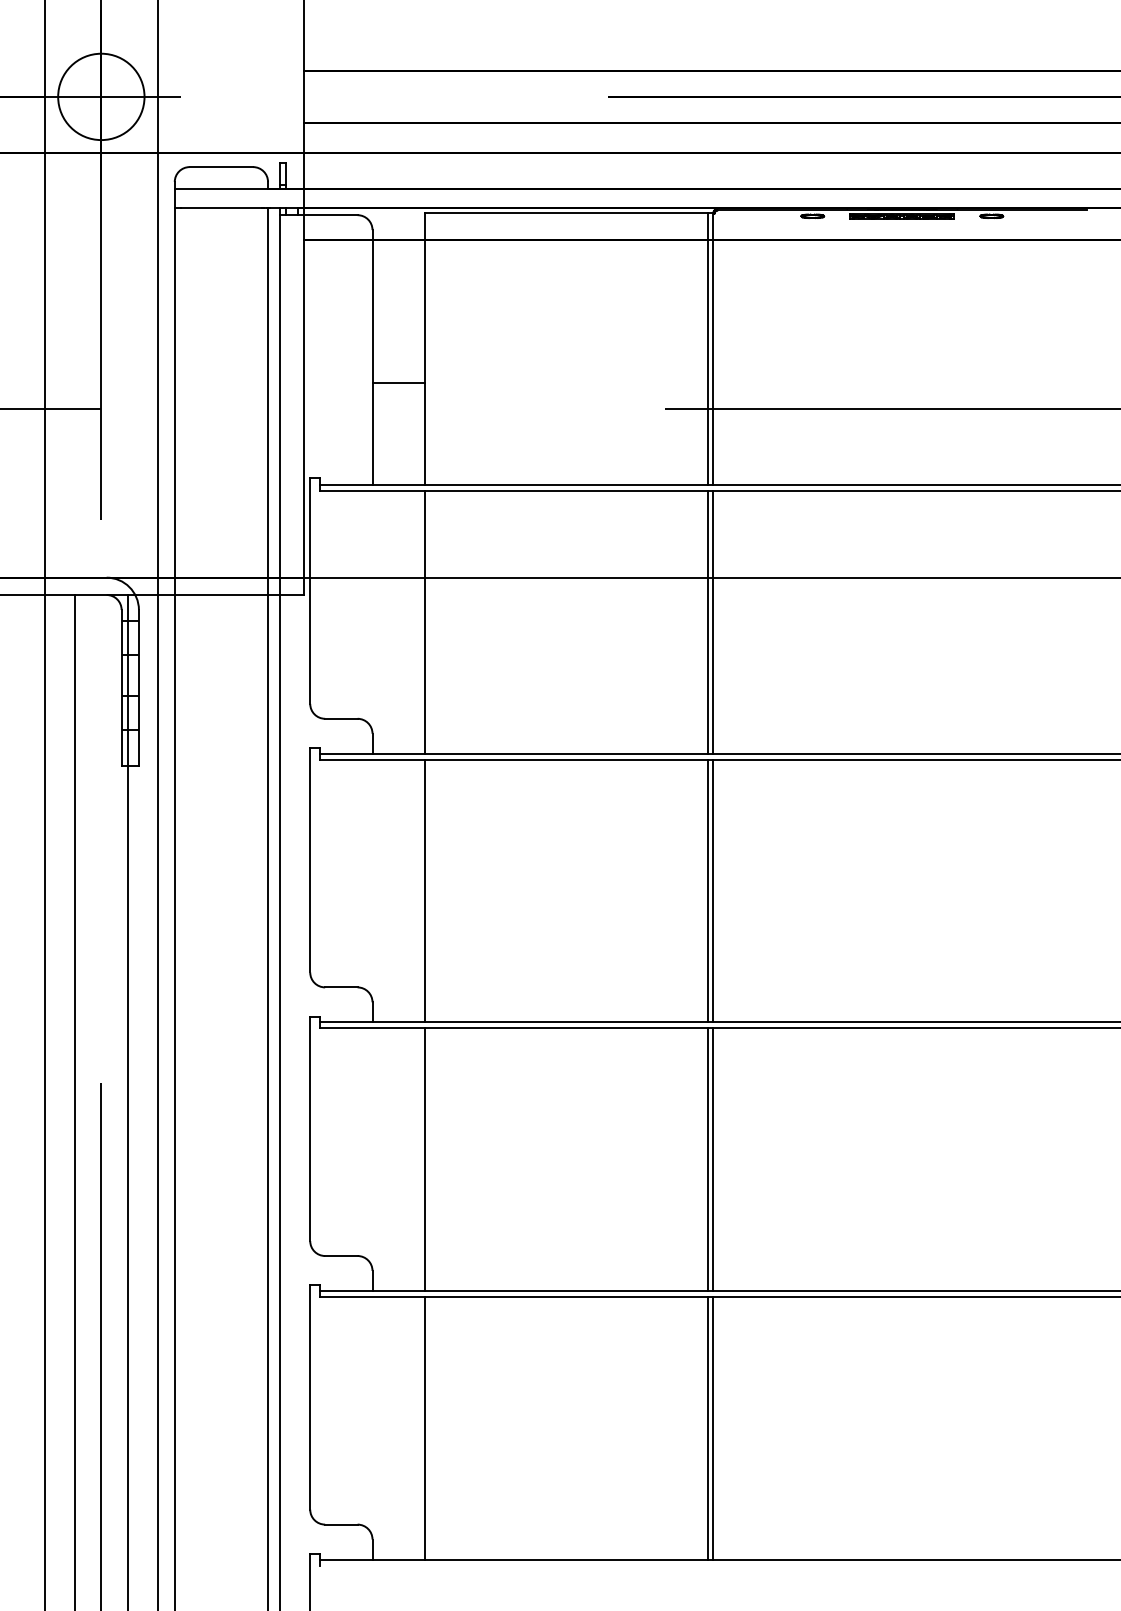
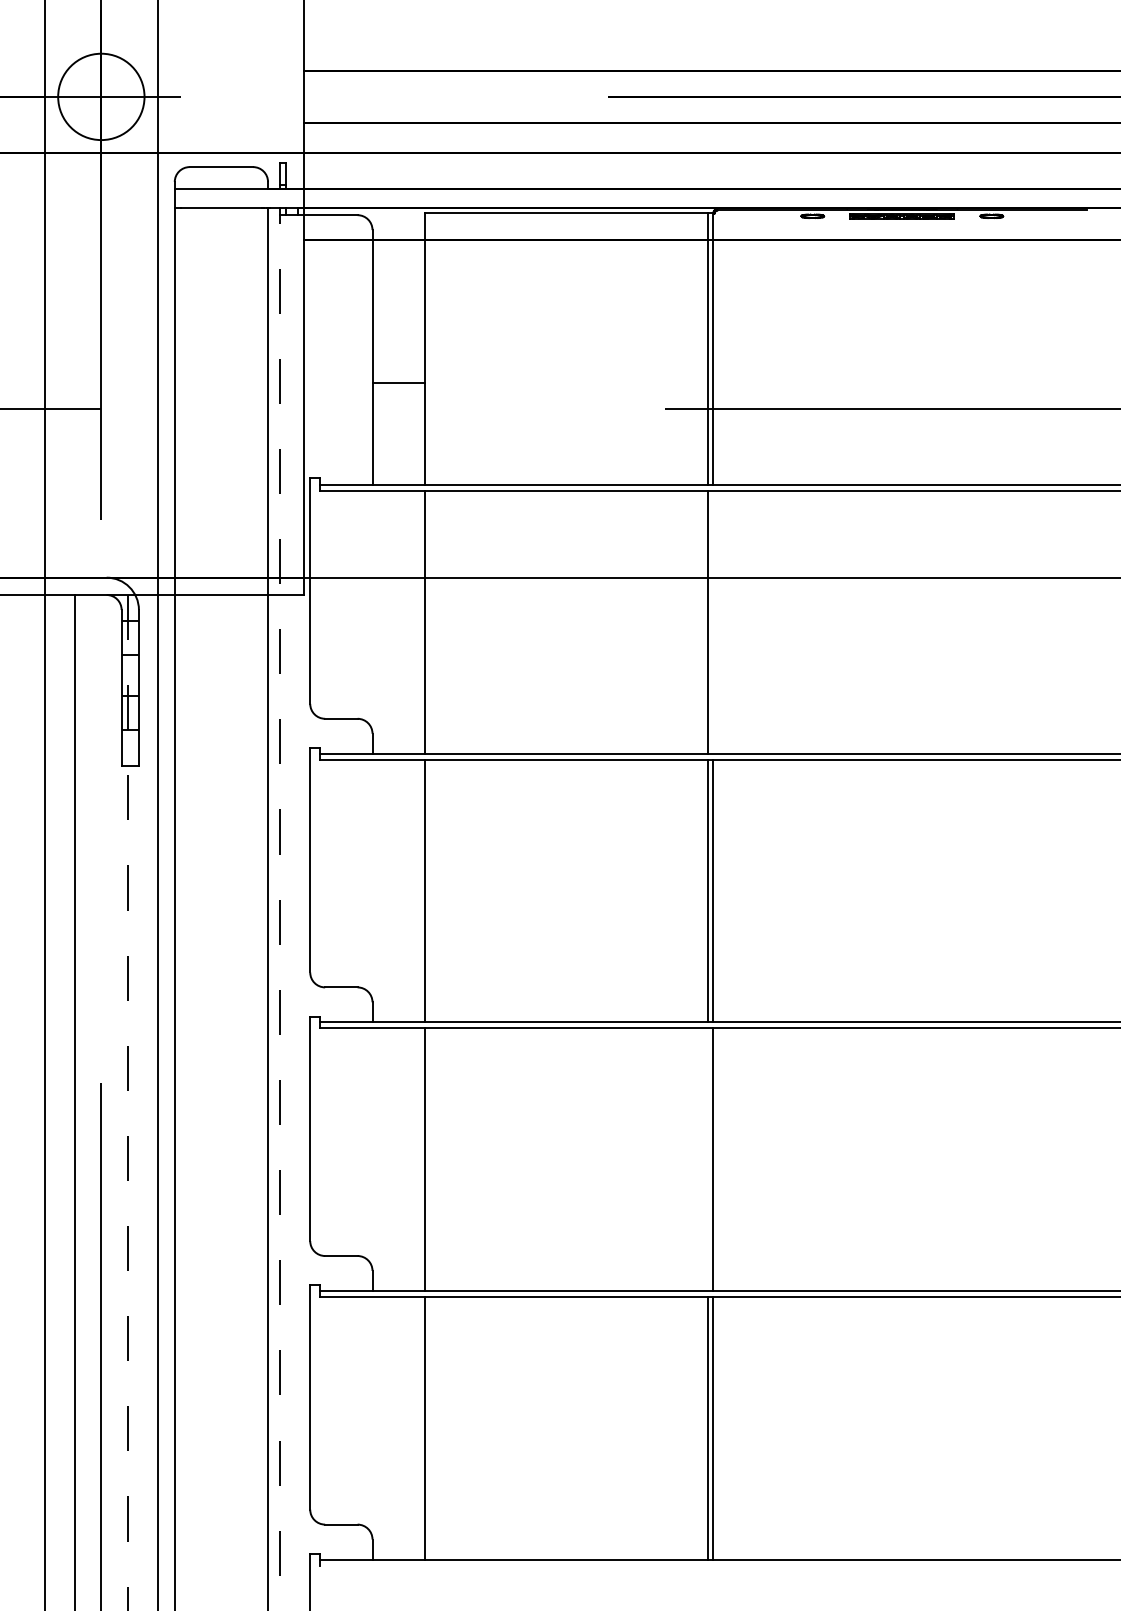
line at (713, 622): present -> none
line at (280, 913): solid -> dashed
line at (127, 1102): solid -> dashed
line at (707, 1159): present -> none
